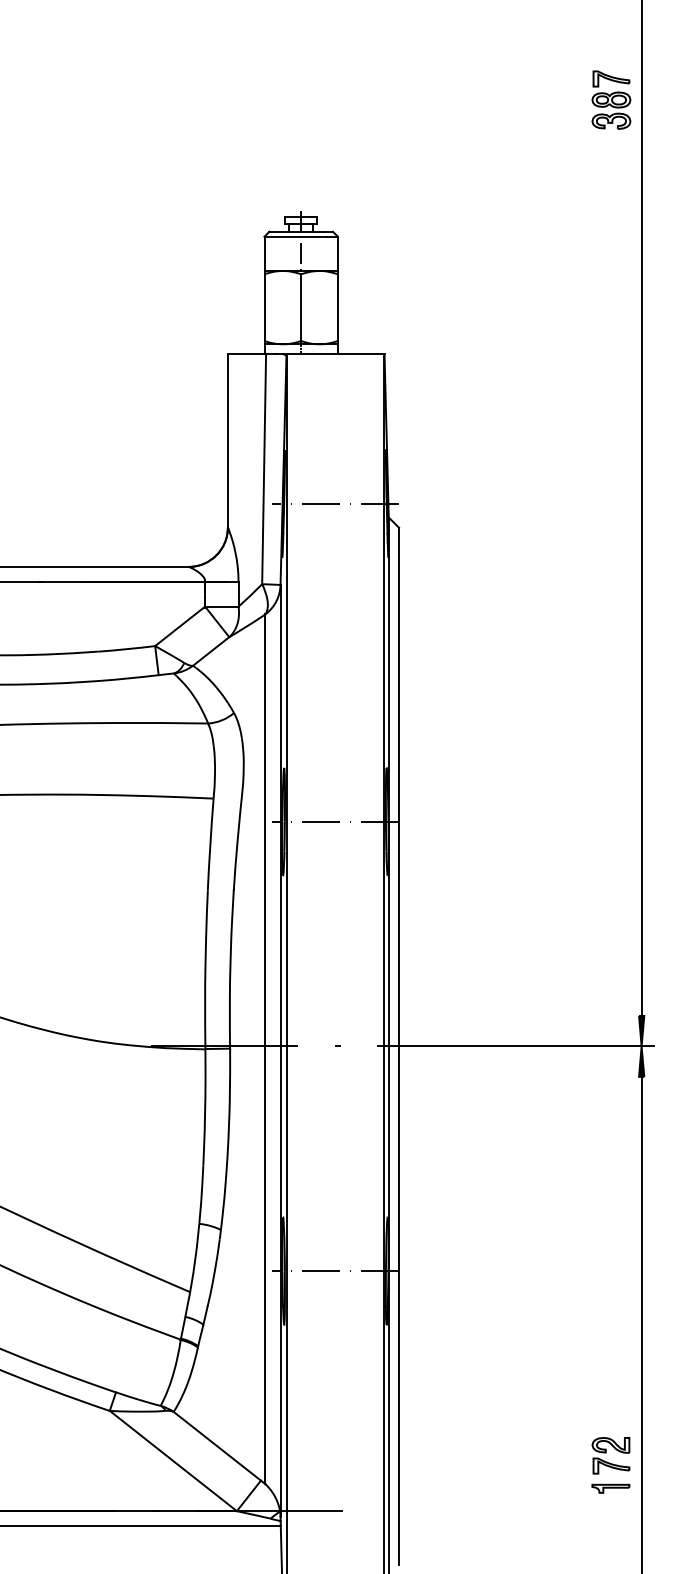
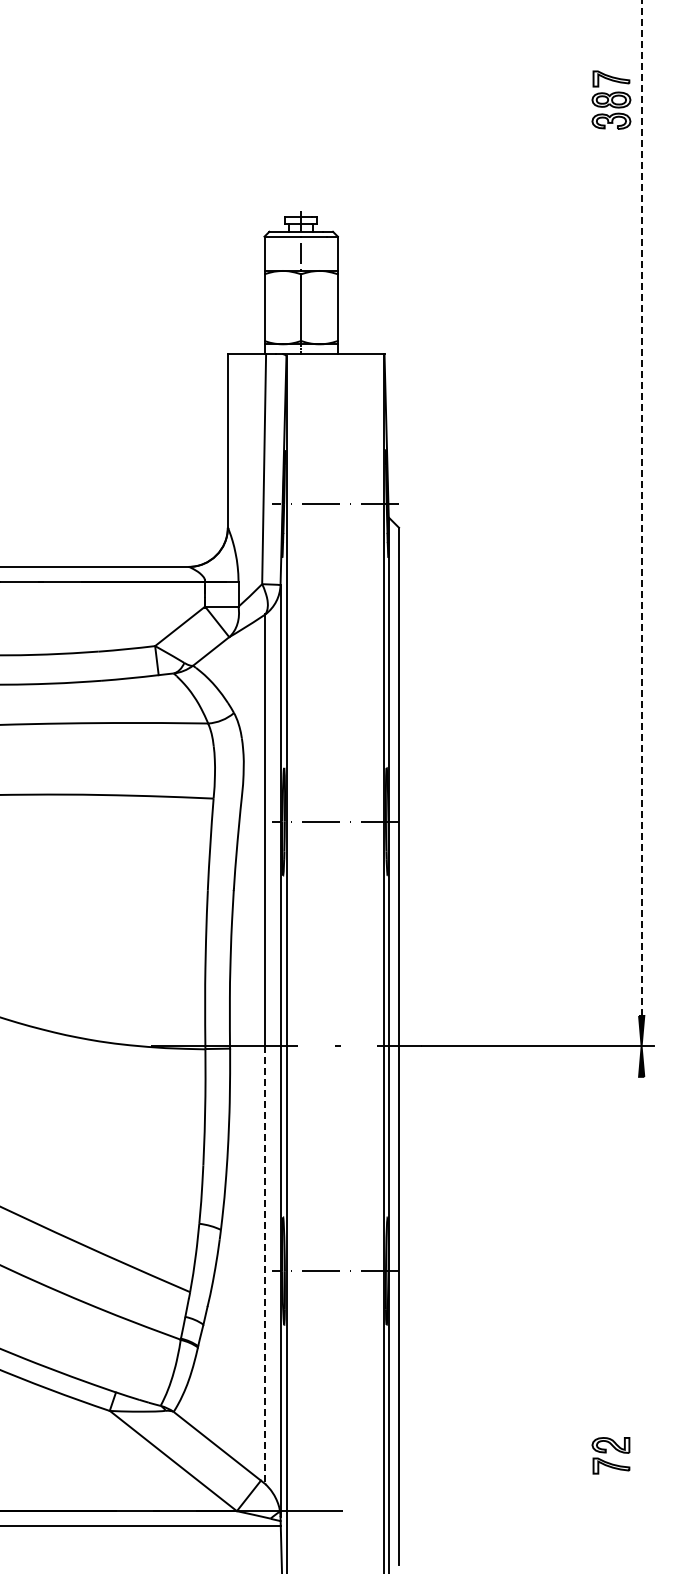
line at (641, 508): solid -> dashed
line at (265, 1265): solid -> dashed
line at (641, 1323): present -> none
part at (610, 1488): present -> none
